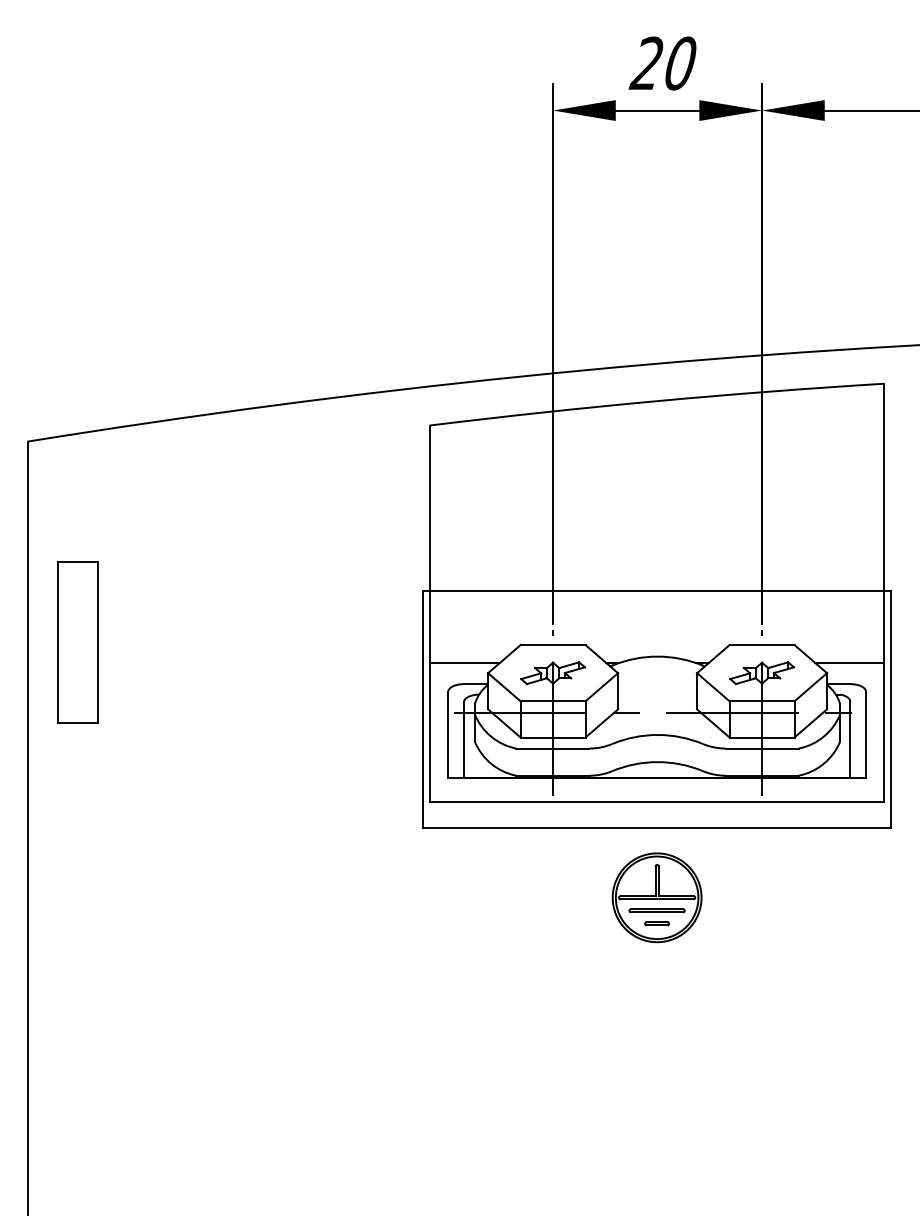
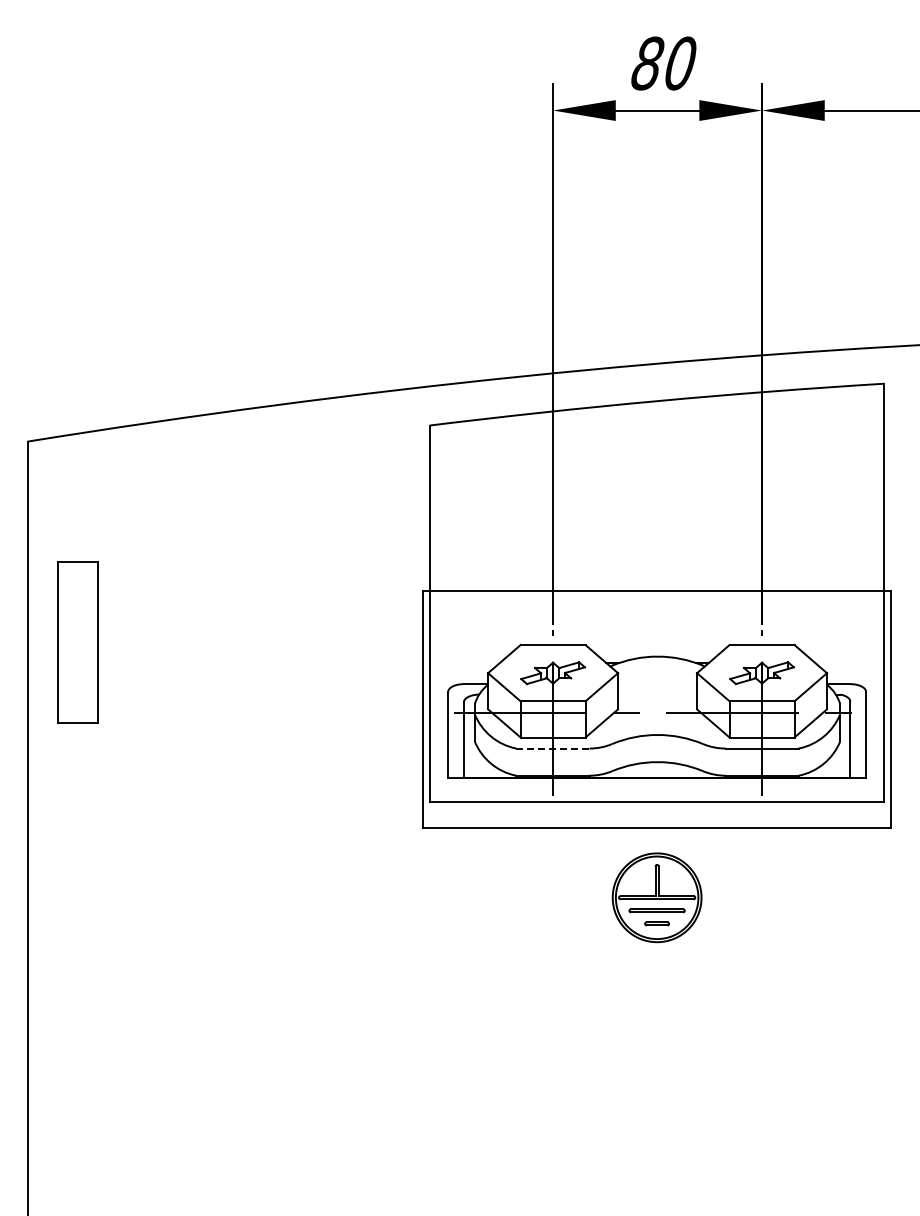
text at (646, 63): 20 -> 80
line at (464, 662): present -> none
line at (849, 662): present -> none
line at (552, 748): solid -> dashed
